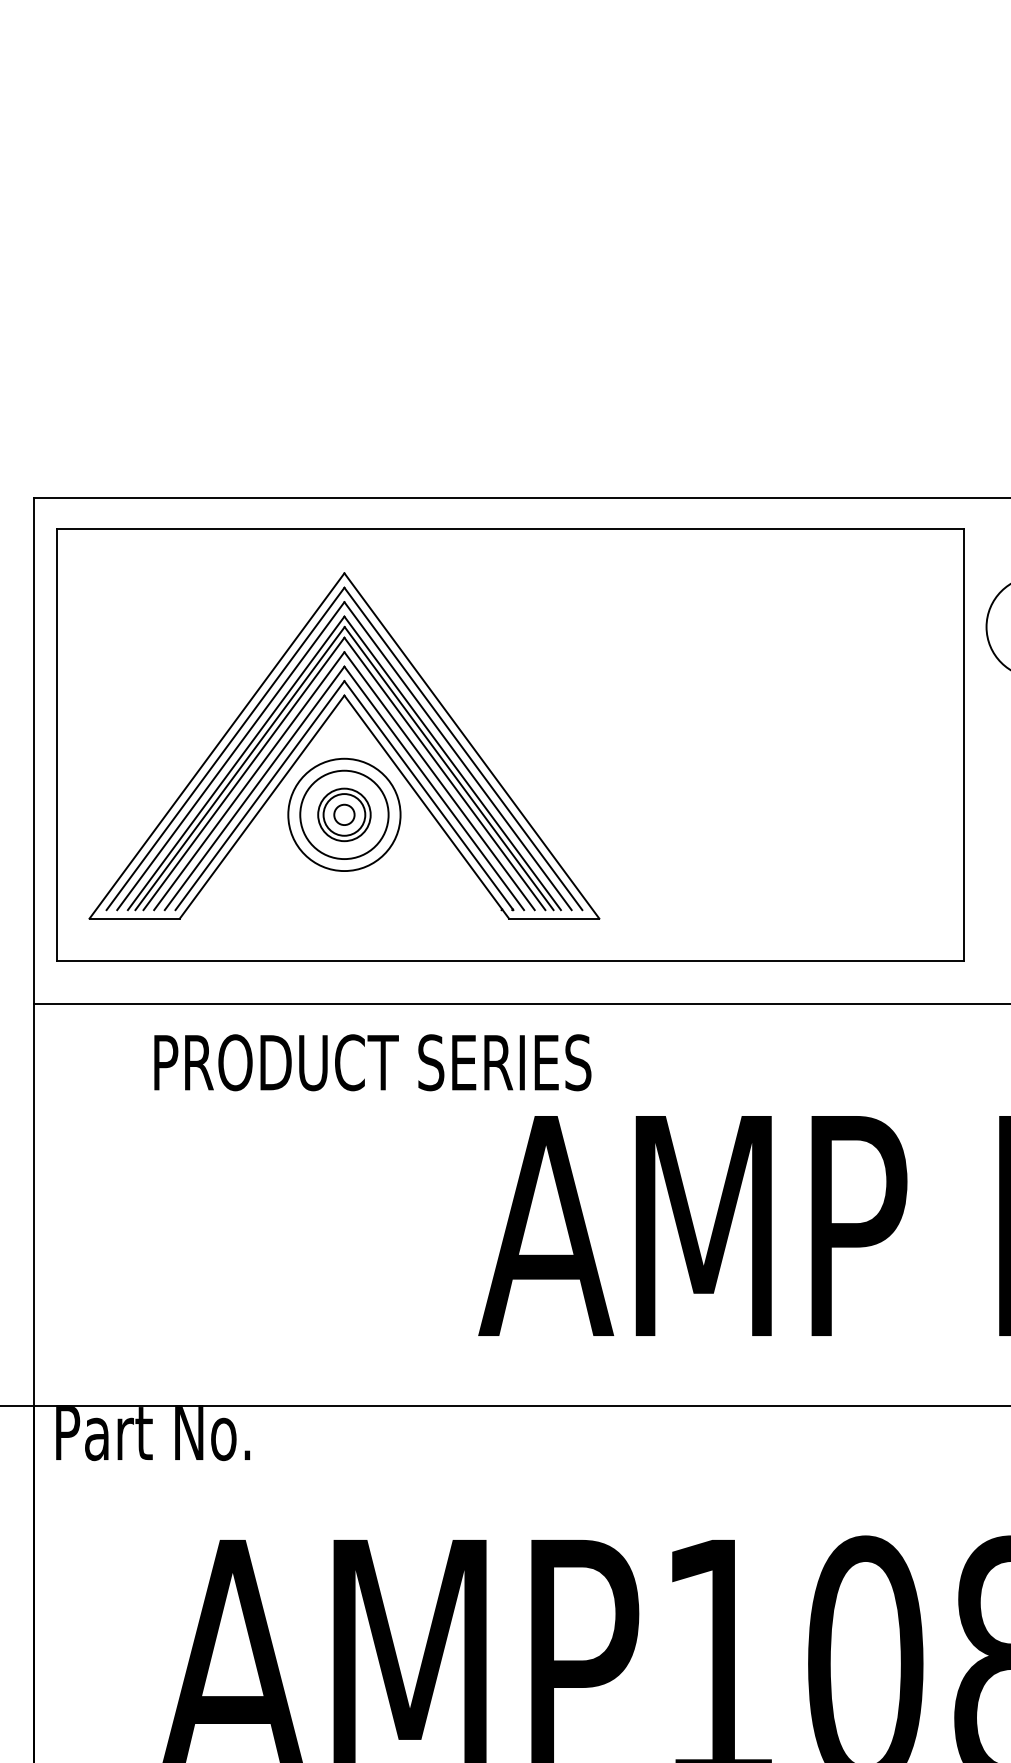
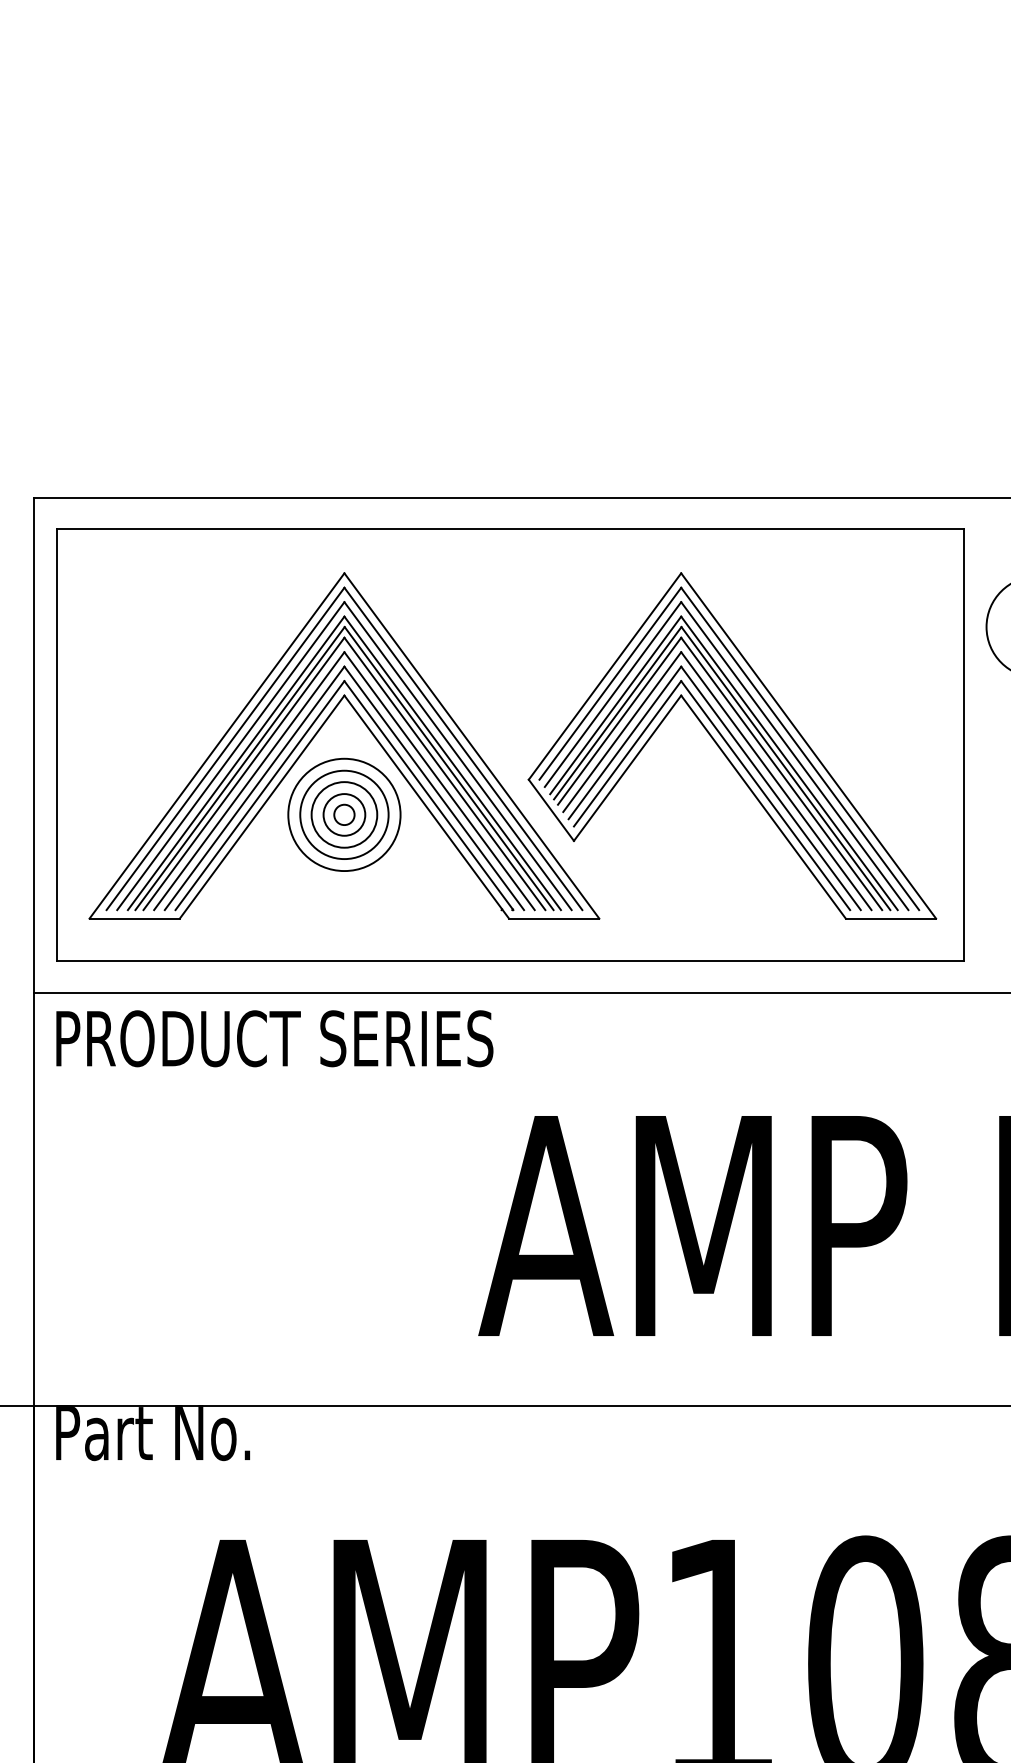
part at (732, 745): none -> present
circle at (344, 814) diameter: 53 px -> 66 px
line at (520, 1003) position: (520, 1003) -> (520, 992)
text at (372, 1062) position: (372, 1062) -> (274, 1038)
